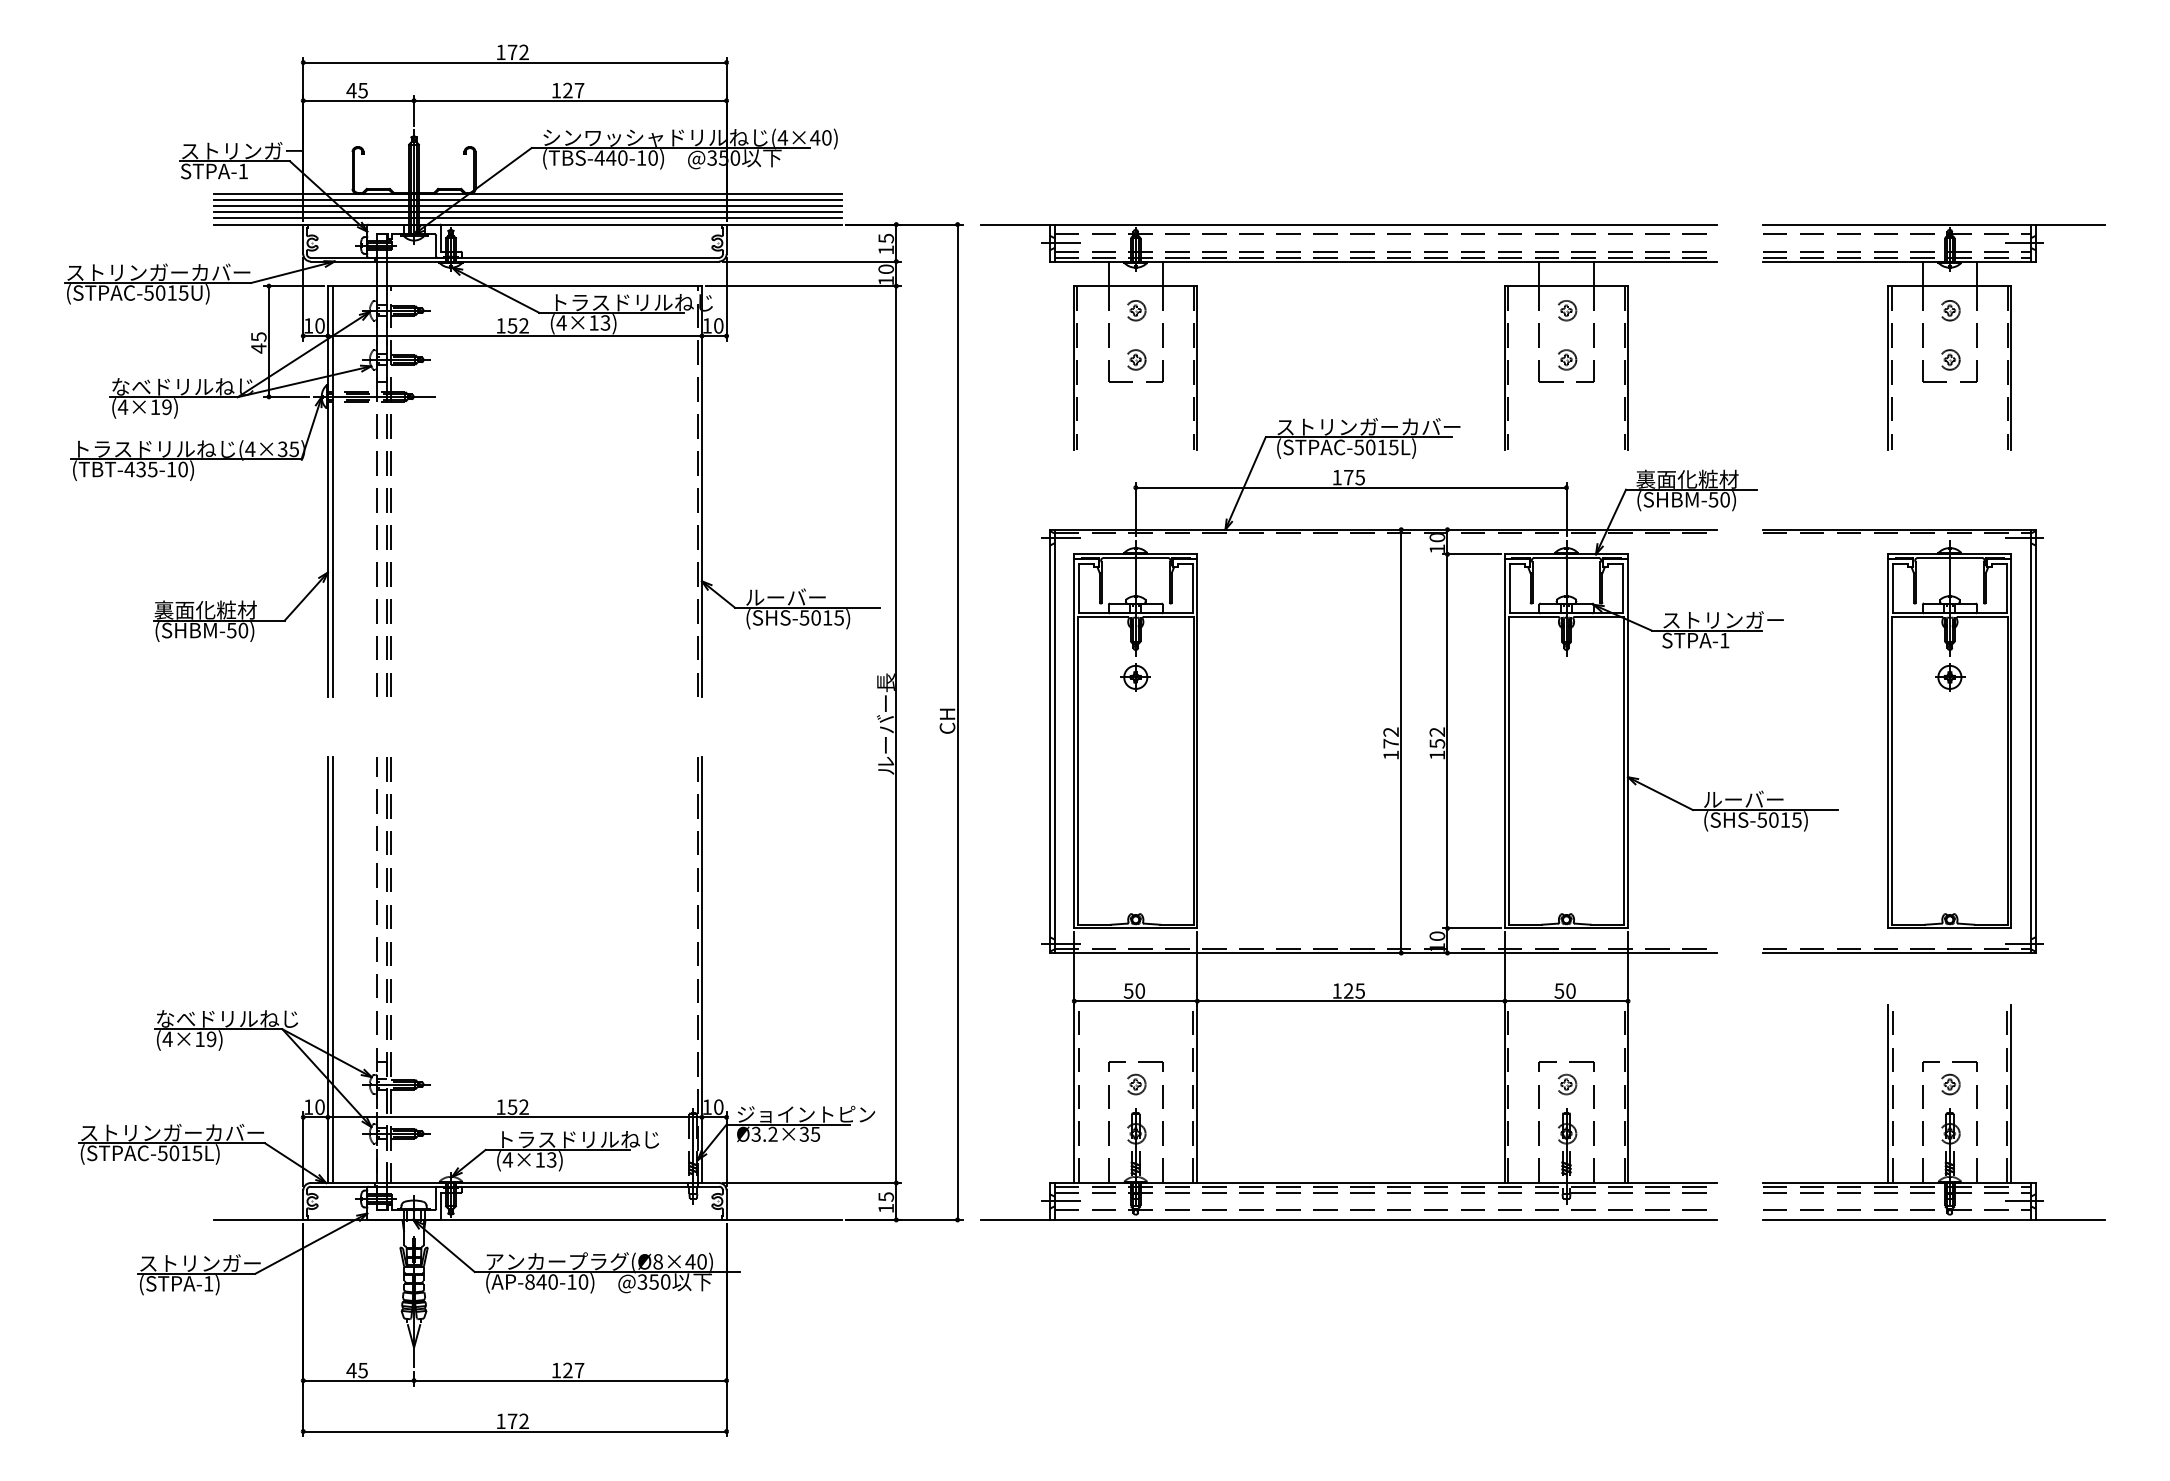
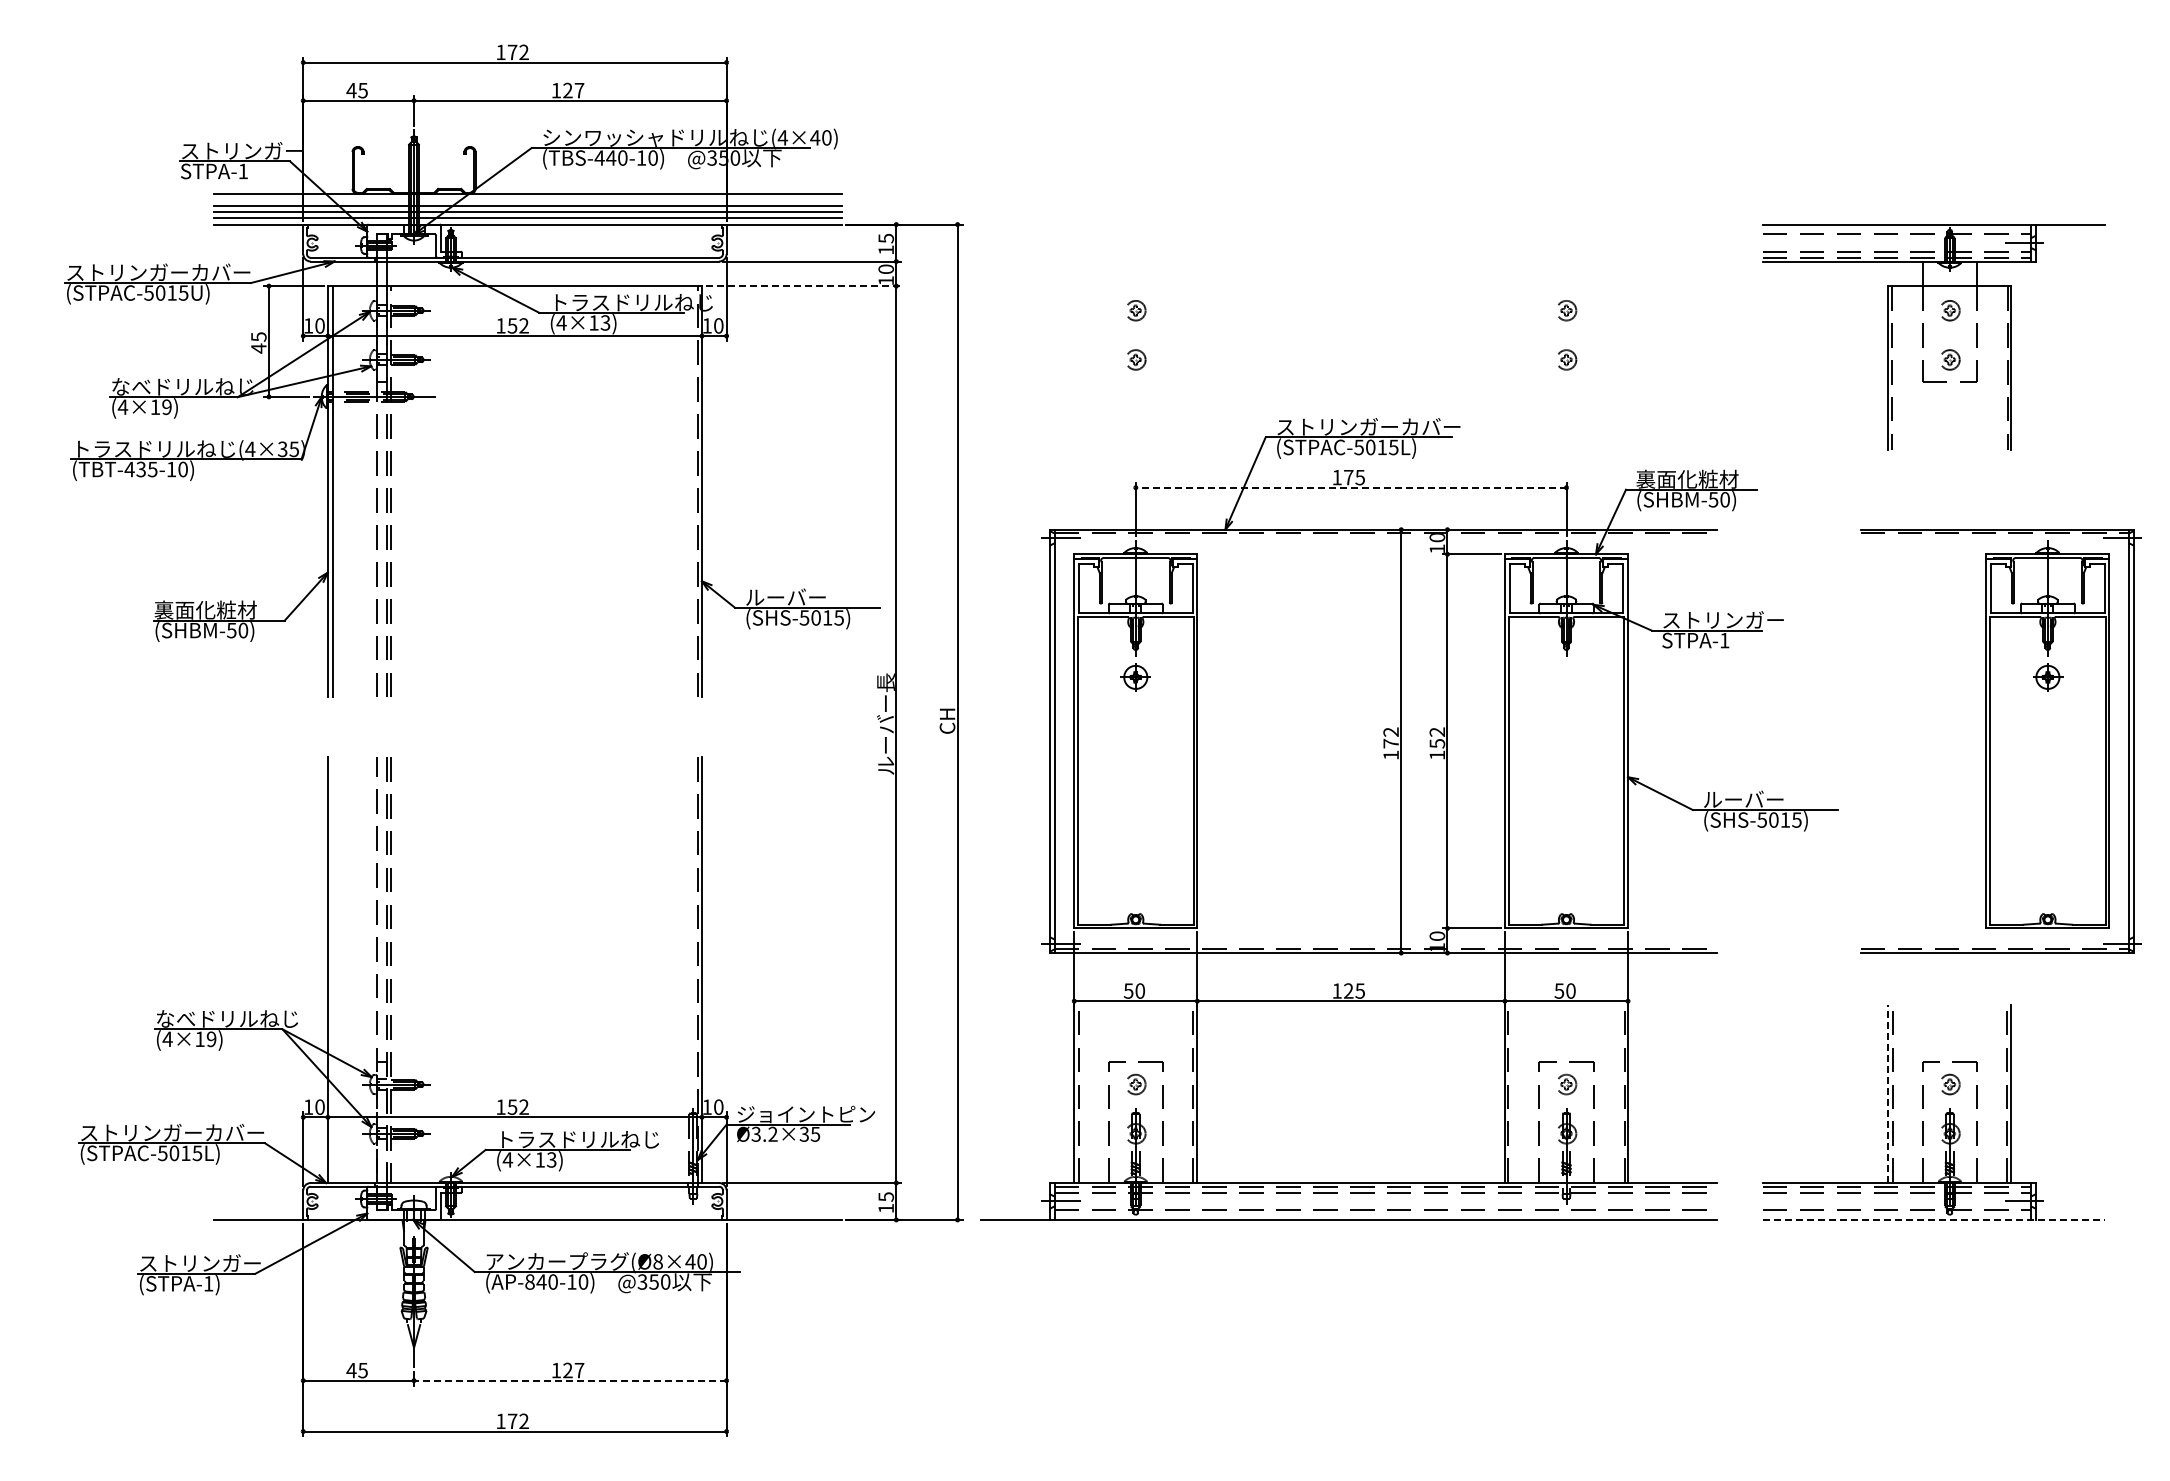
line at (527, 199): present -> none
part at (1348, 262): present -> none
line at (803, 286): solid -> dashed
line at (1350, 487): solid -> dashed
part at (1902, 741) position: (1902, 741) -> (2000, 741)
line at (332, 970): present -> none
line at (1888, 1094): solid -> dashed
line at (1934, 1219): solid -> dashed
line at (569, 1380): solid -> dashed
